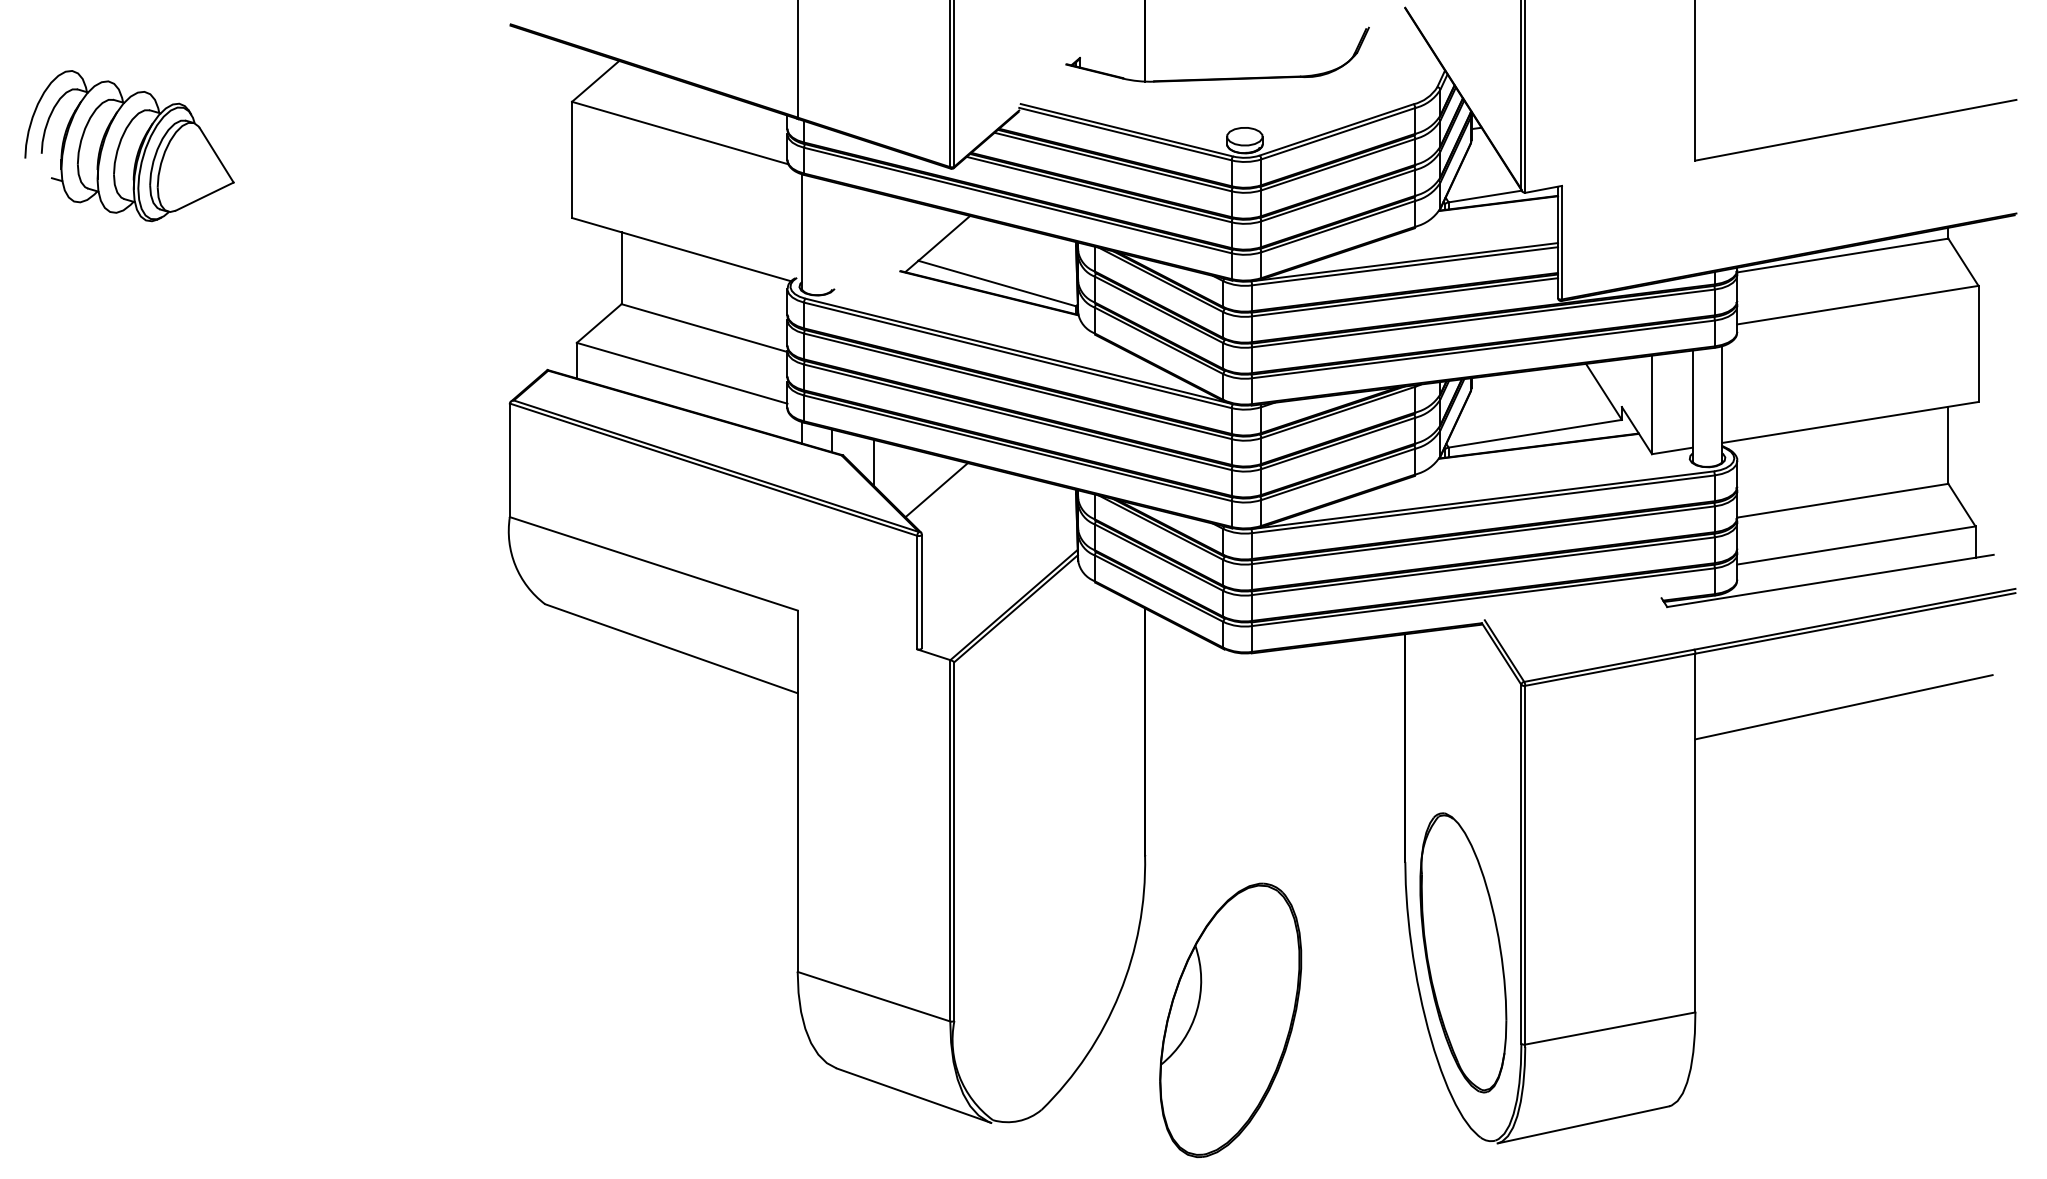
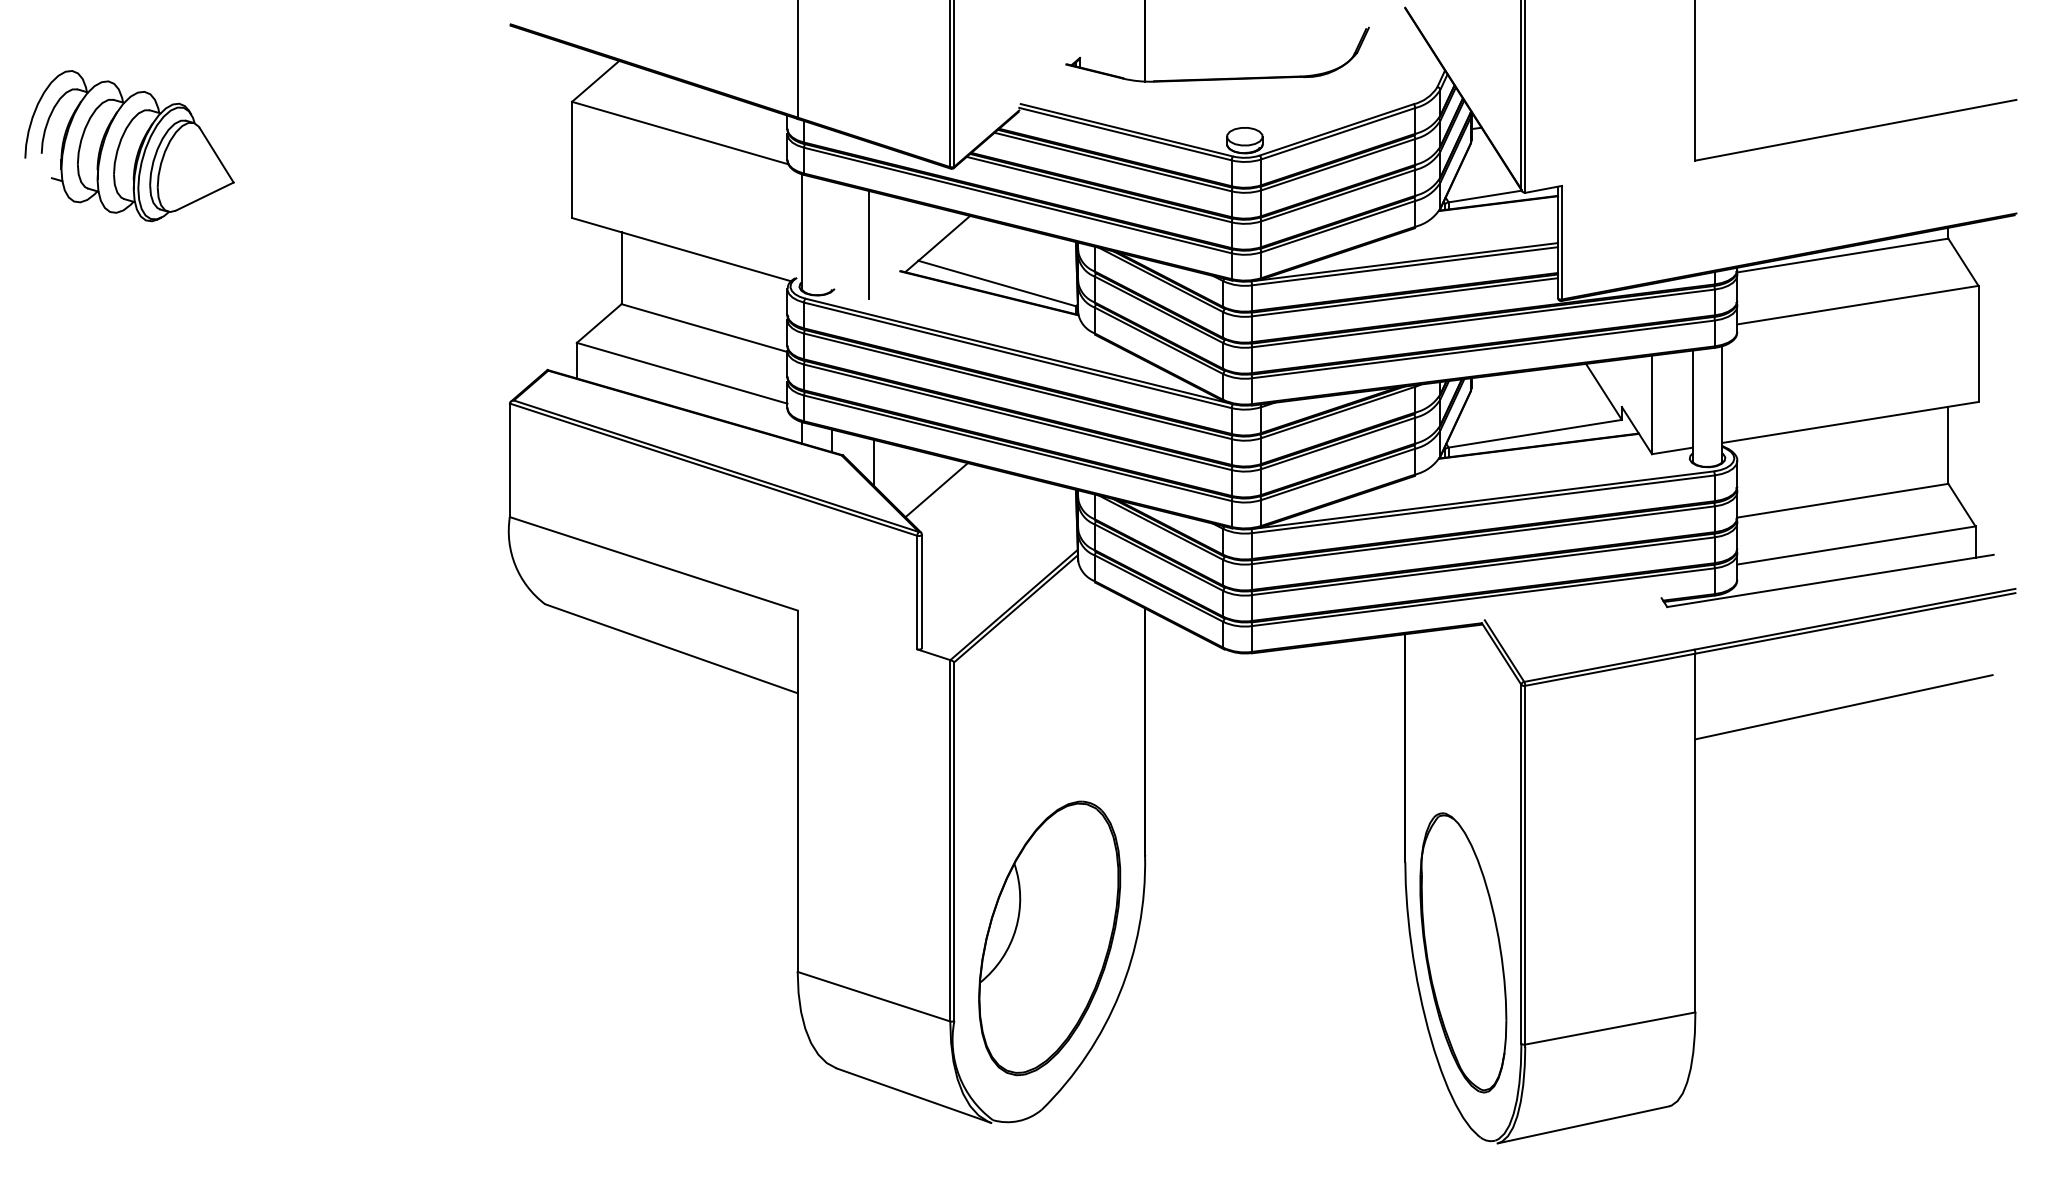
line at (868, 244): none -> present
part at (1230, 1020) position: (1230, 1020) -> (1049, 938)
